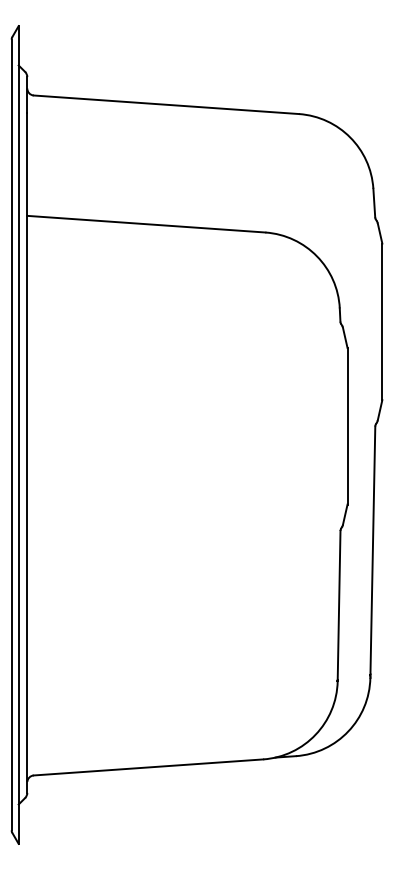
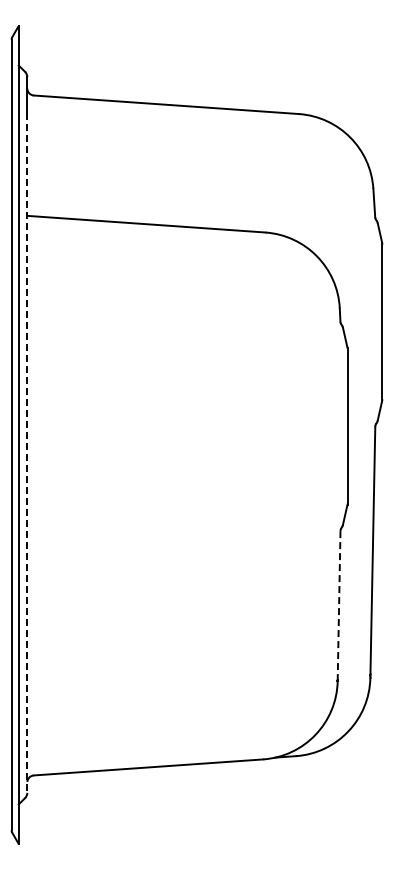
line at (27, 452): solid -> dashed
line at (339, 605): solid -> dashed
